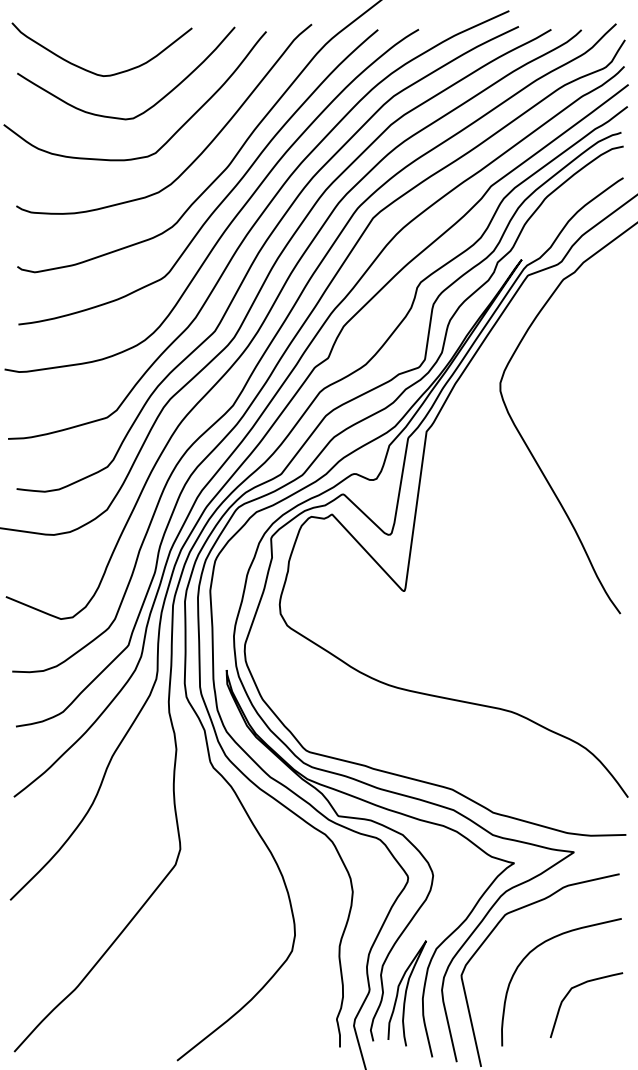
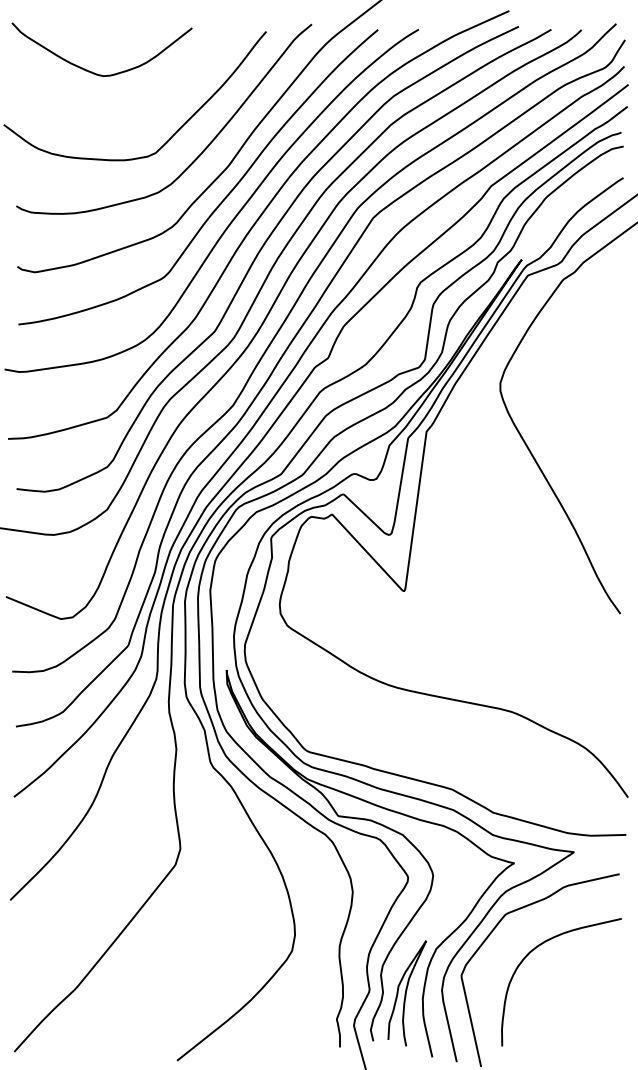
curve at (150, 106): present -> none
curve at (576, 987): present -> none
